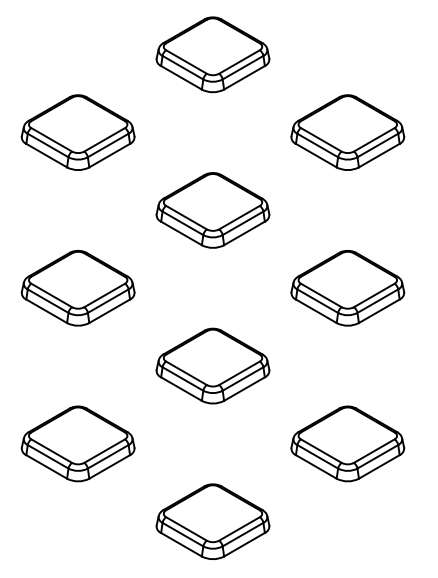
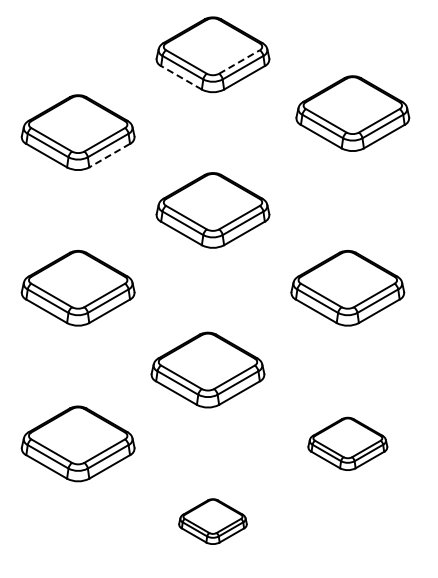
line at (239, 62): solid -> dashed
line at (181, 77): solid -> dashed
part at (347, 132) position: (347, 132) -> (352, 113)
line at (109, 155): solid -> dashed
part at (212, 365) position: (212, 365) -> (207, 369)
part at (347, 443) size: 116x78 px -> 82x55 px
part at (212, 521) size: 116x77 px -> 70x47 px
